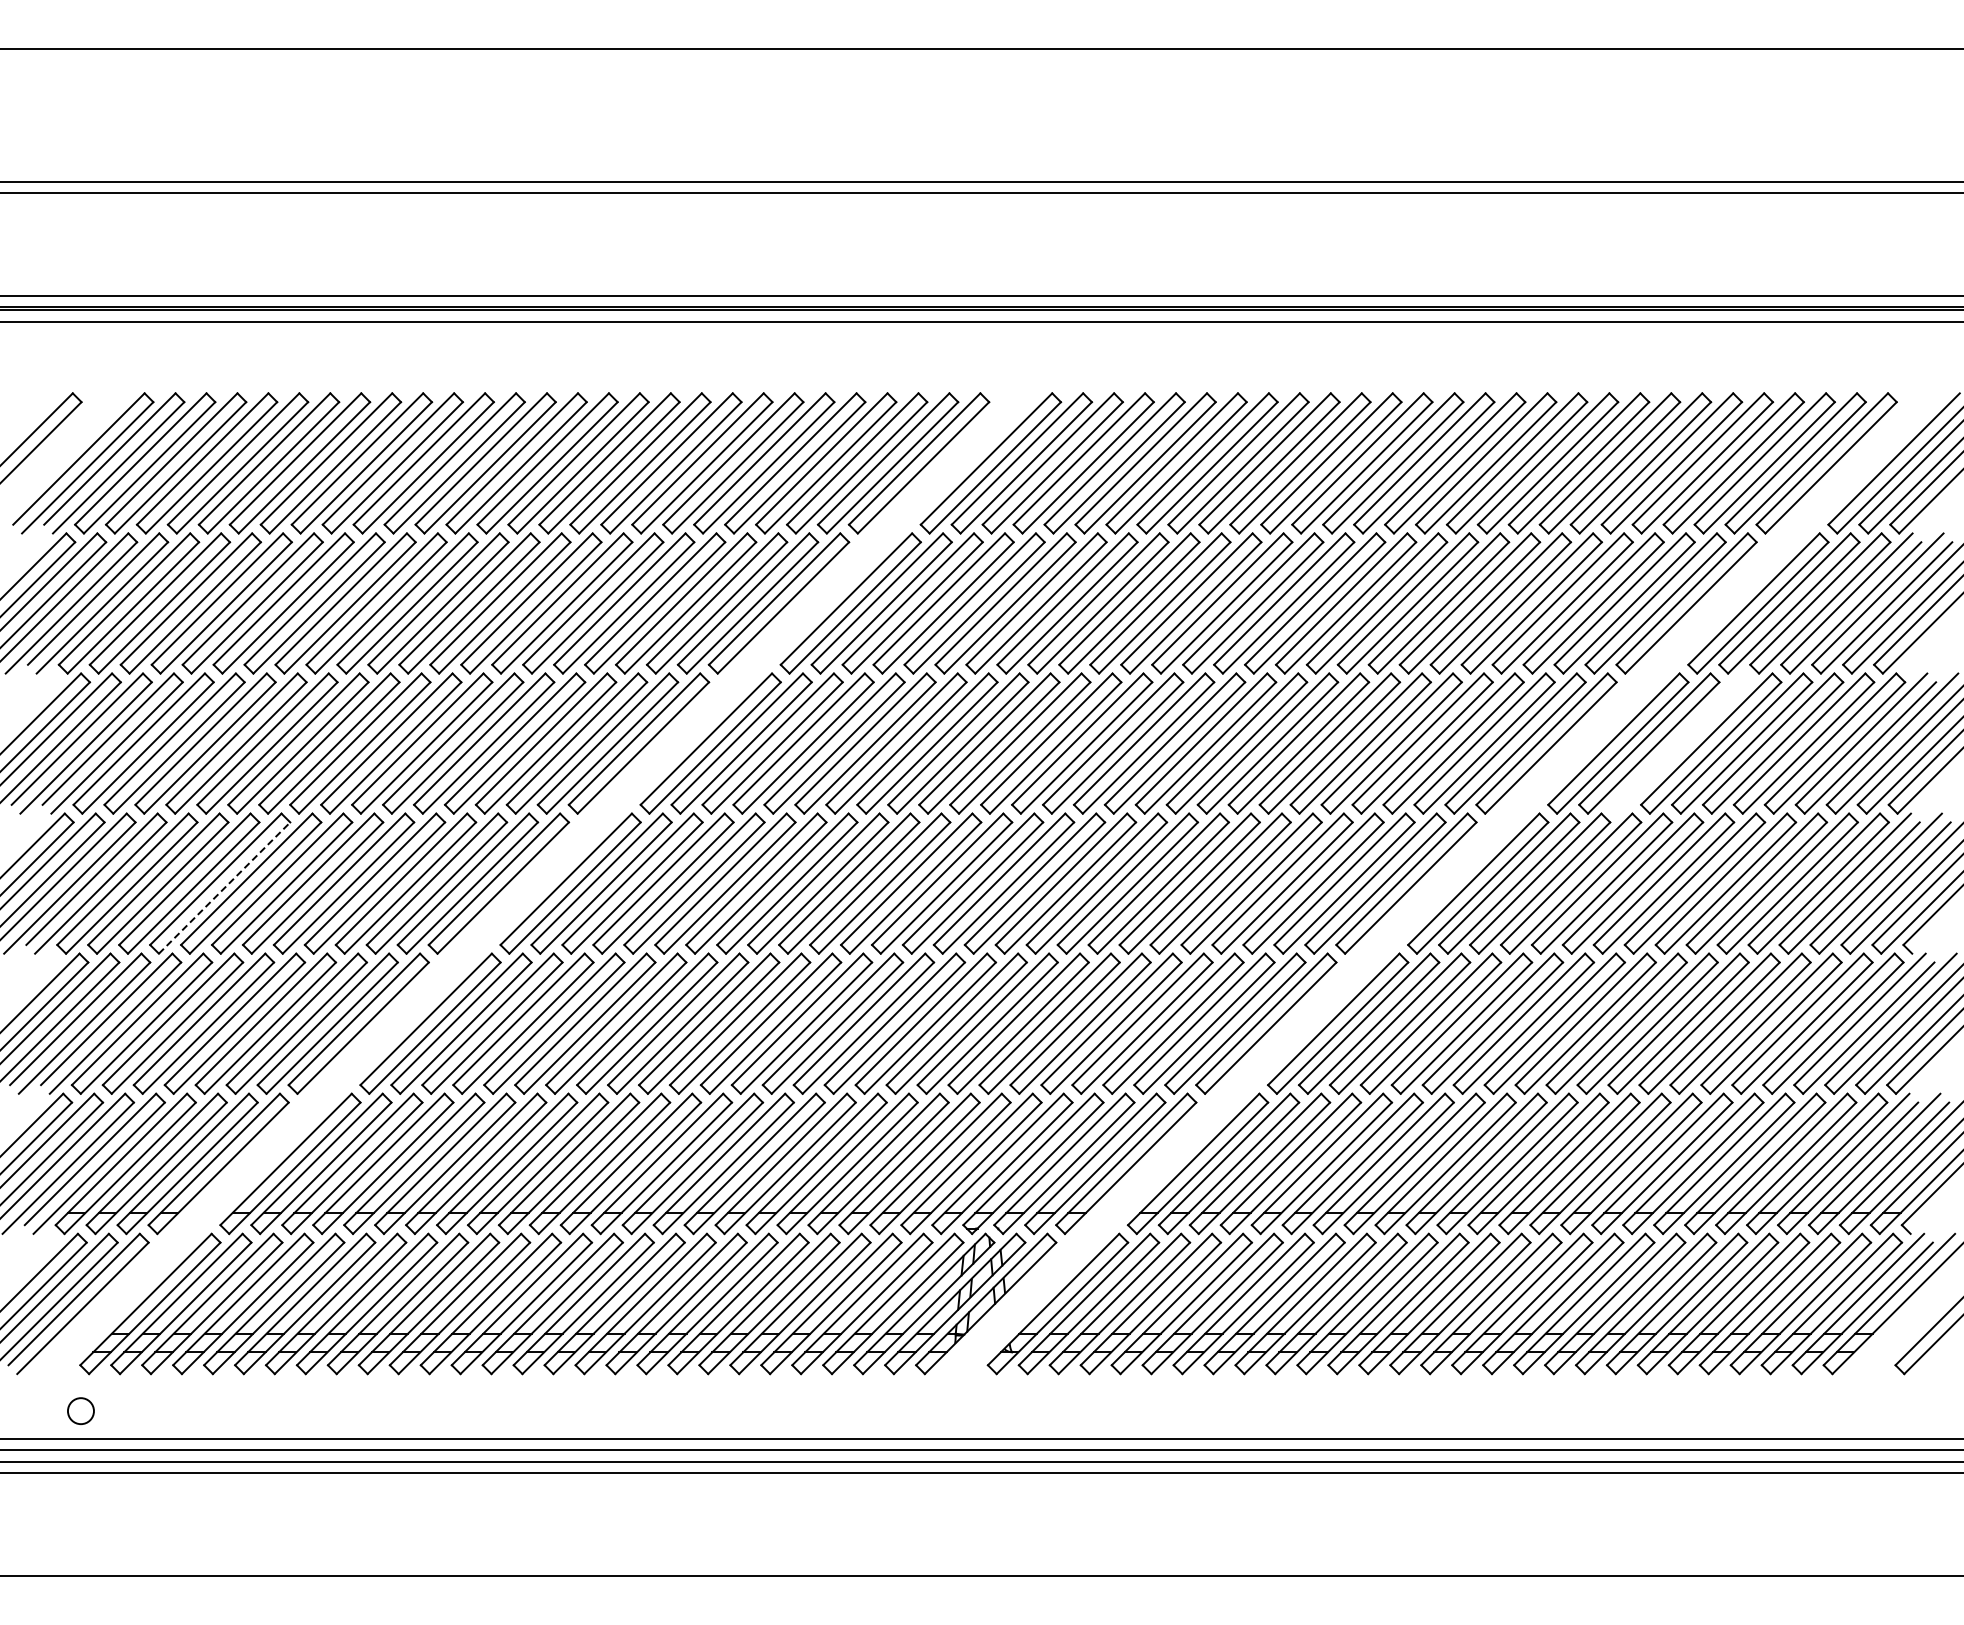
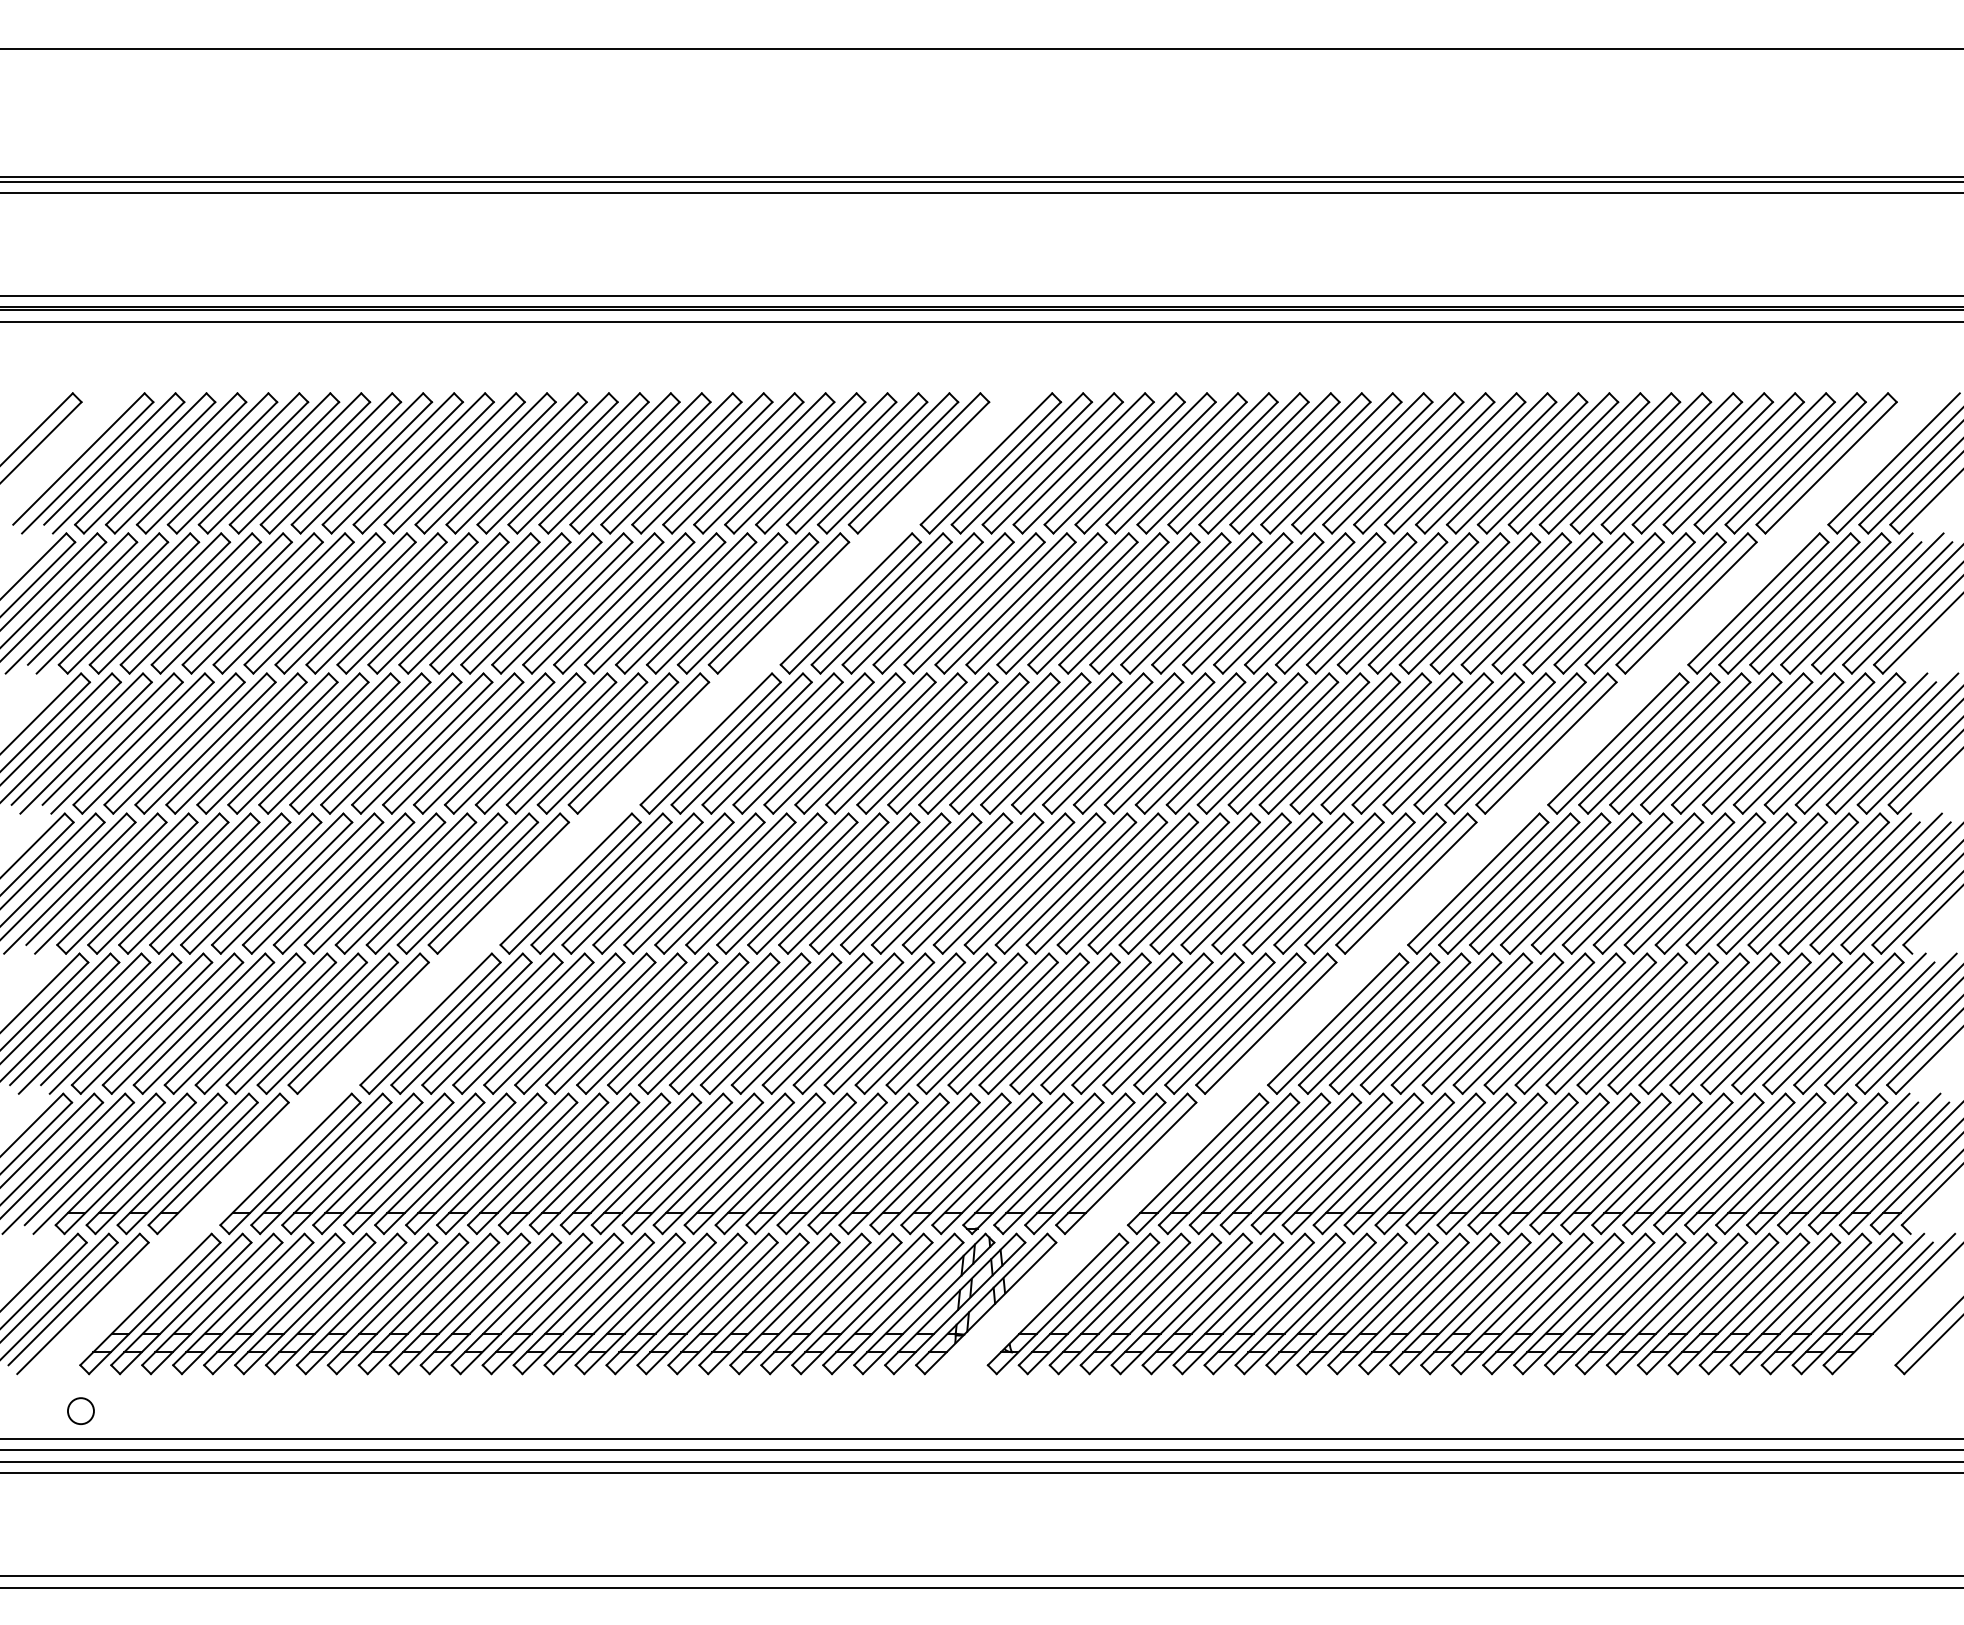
line at (981, 176): none -> present
part at (1680, 743): none -> present
line at (224, 888): dashed -> solid
line at (981, 1587): none -> present
